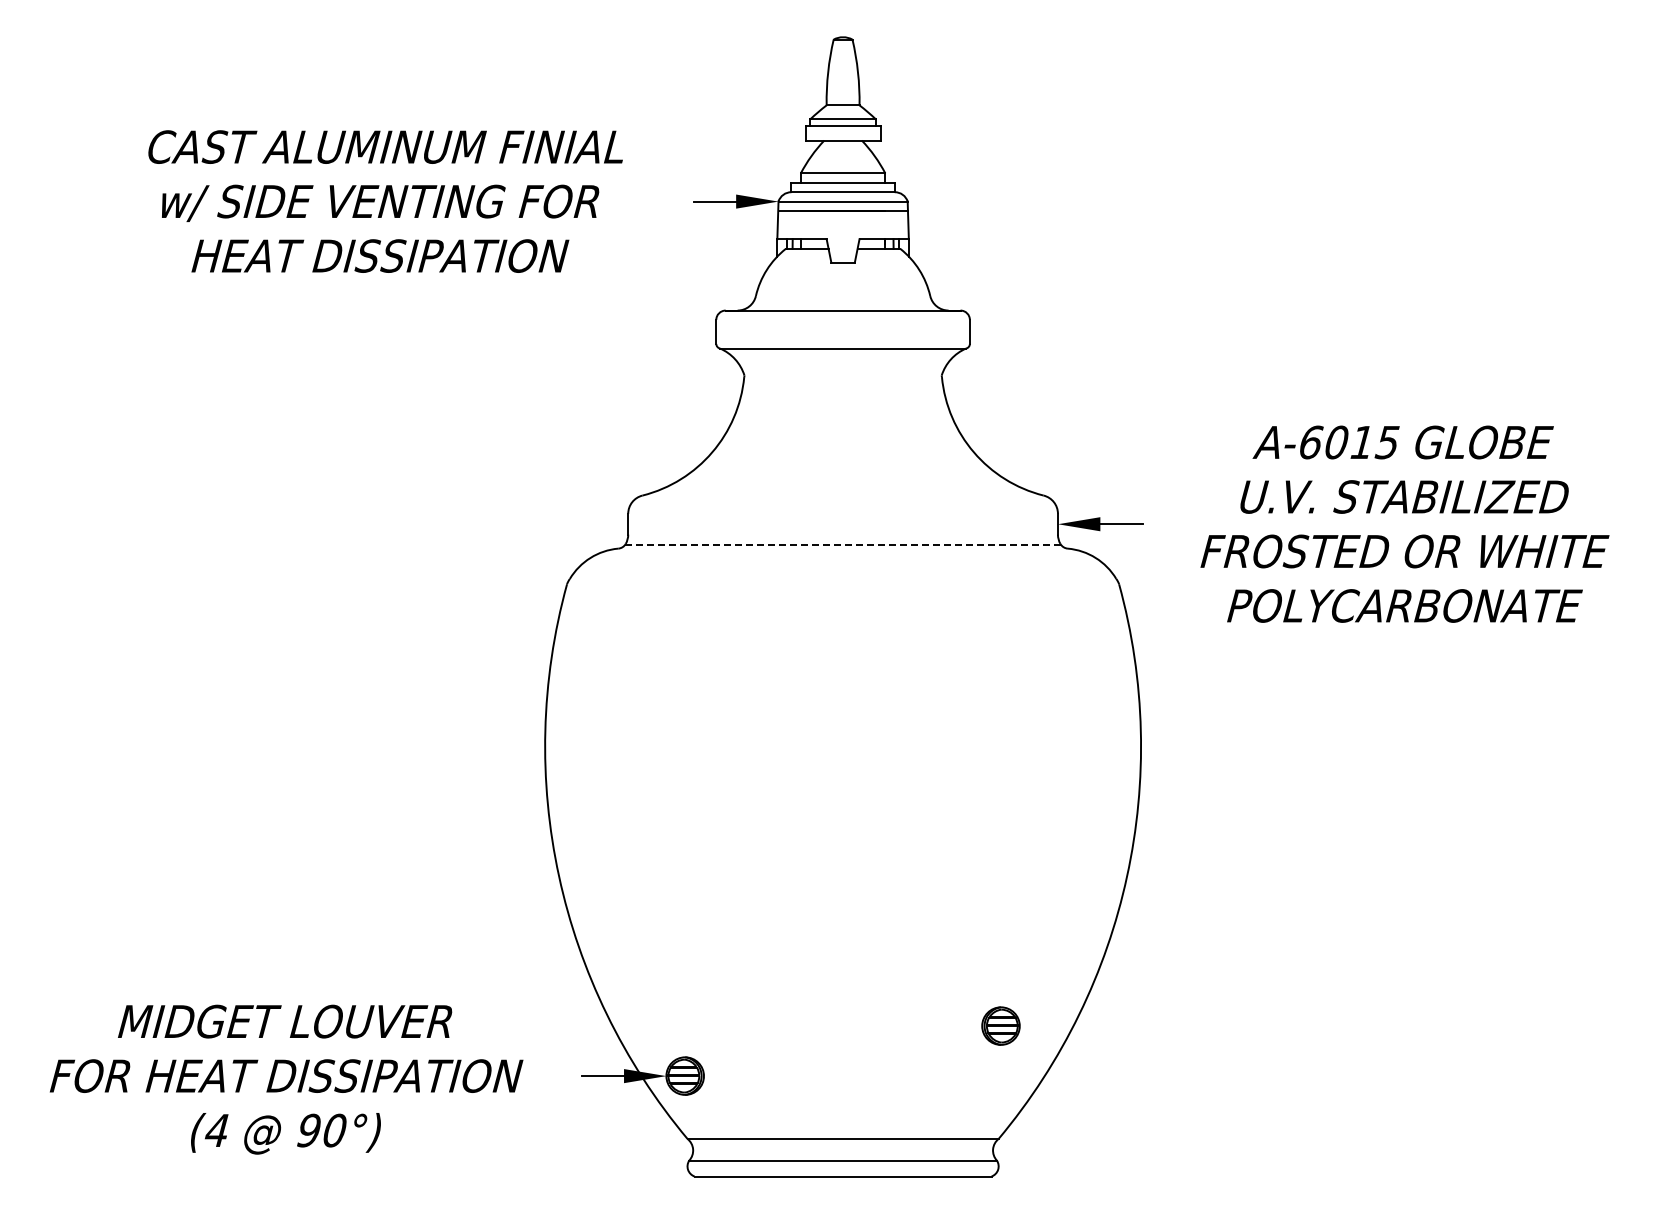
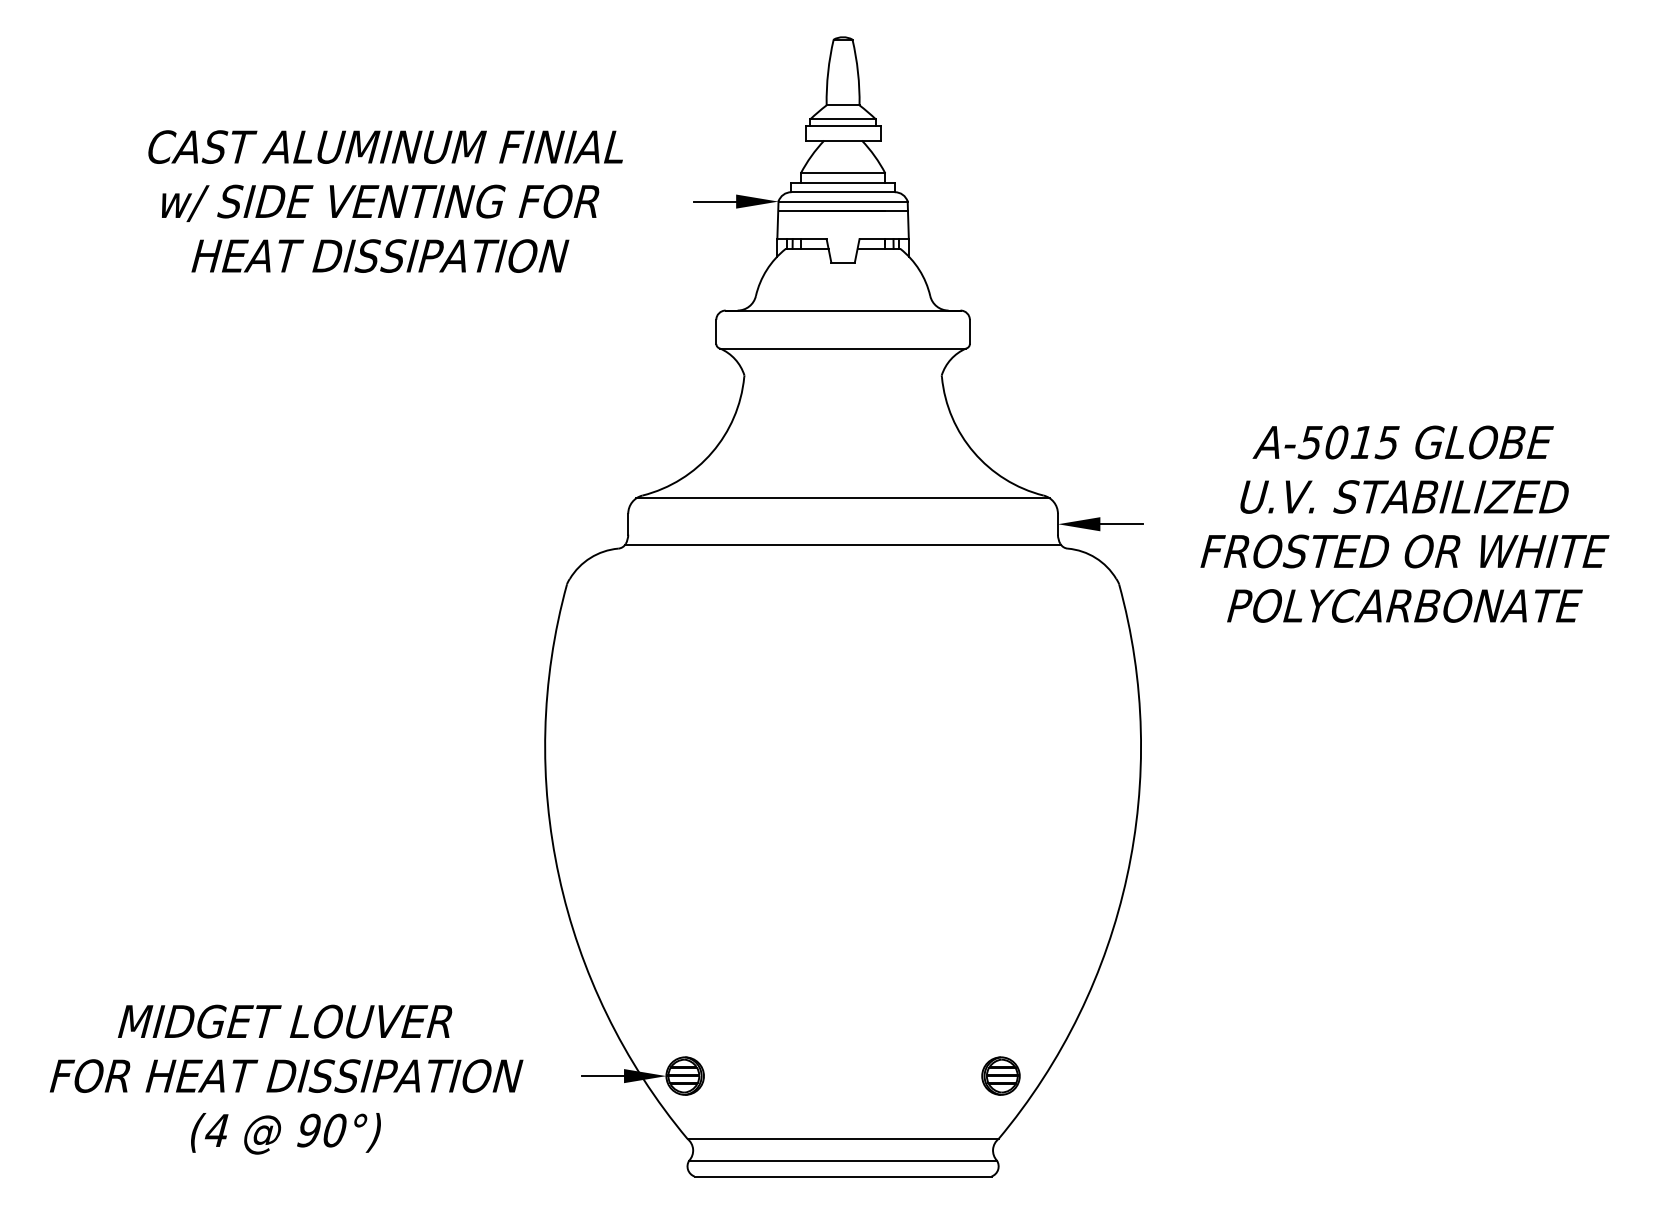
text at (1310, 442): A-6015 -> A-5015
line at (842, 498): none -> present
line at (843, 545): dashed -> solid
part at (1000, 1025) position: (1000, 1025) -> (1000, 1075)
